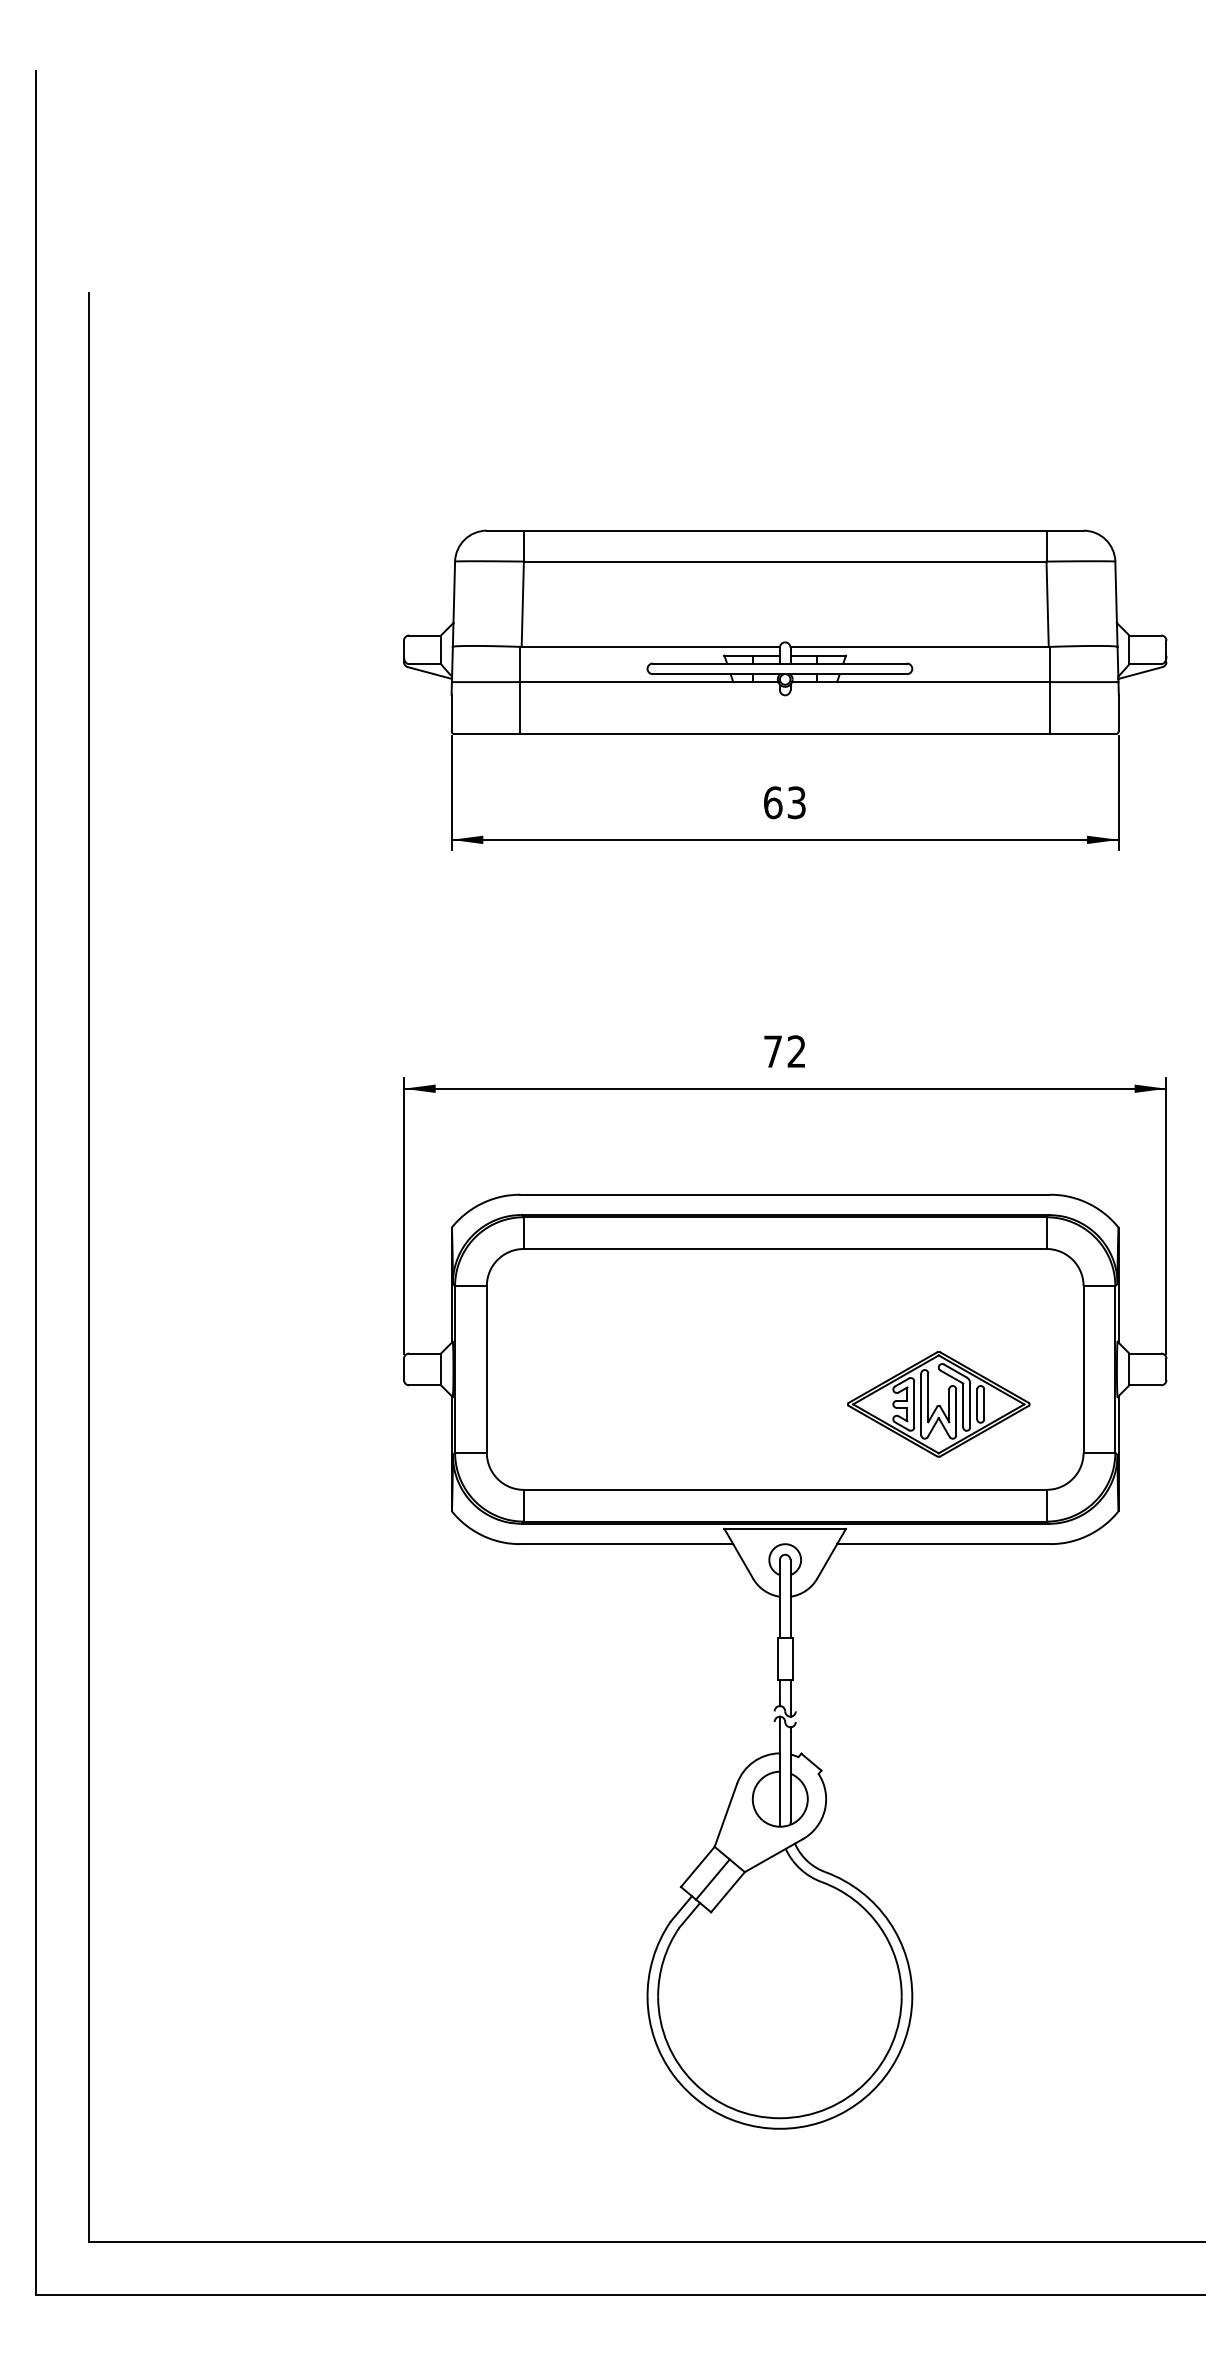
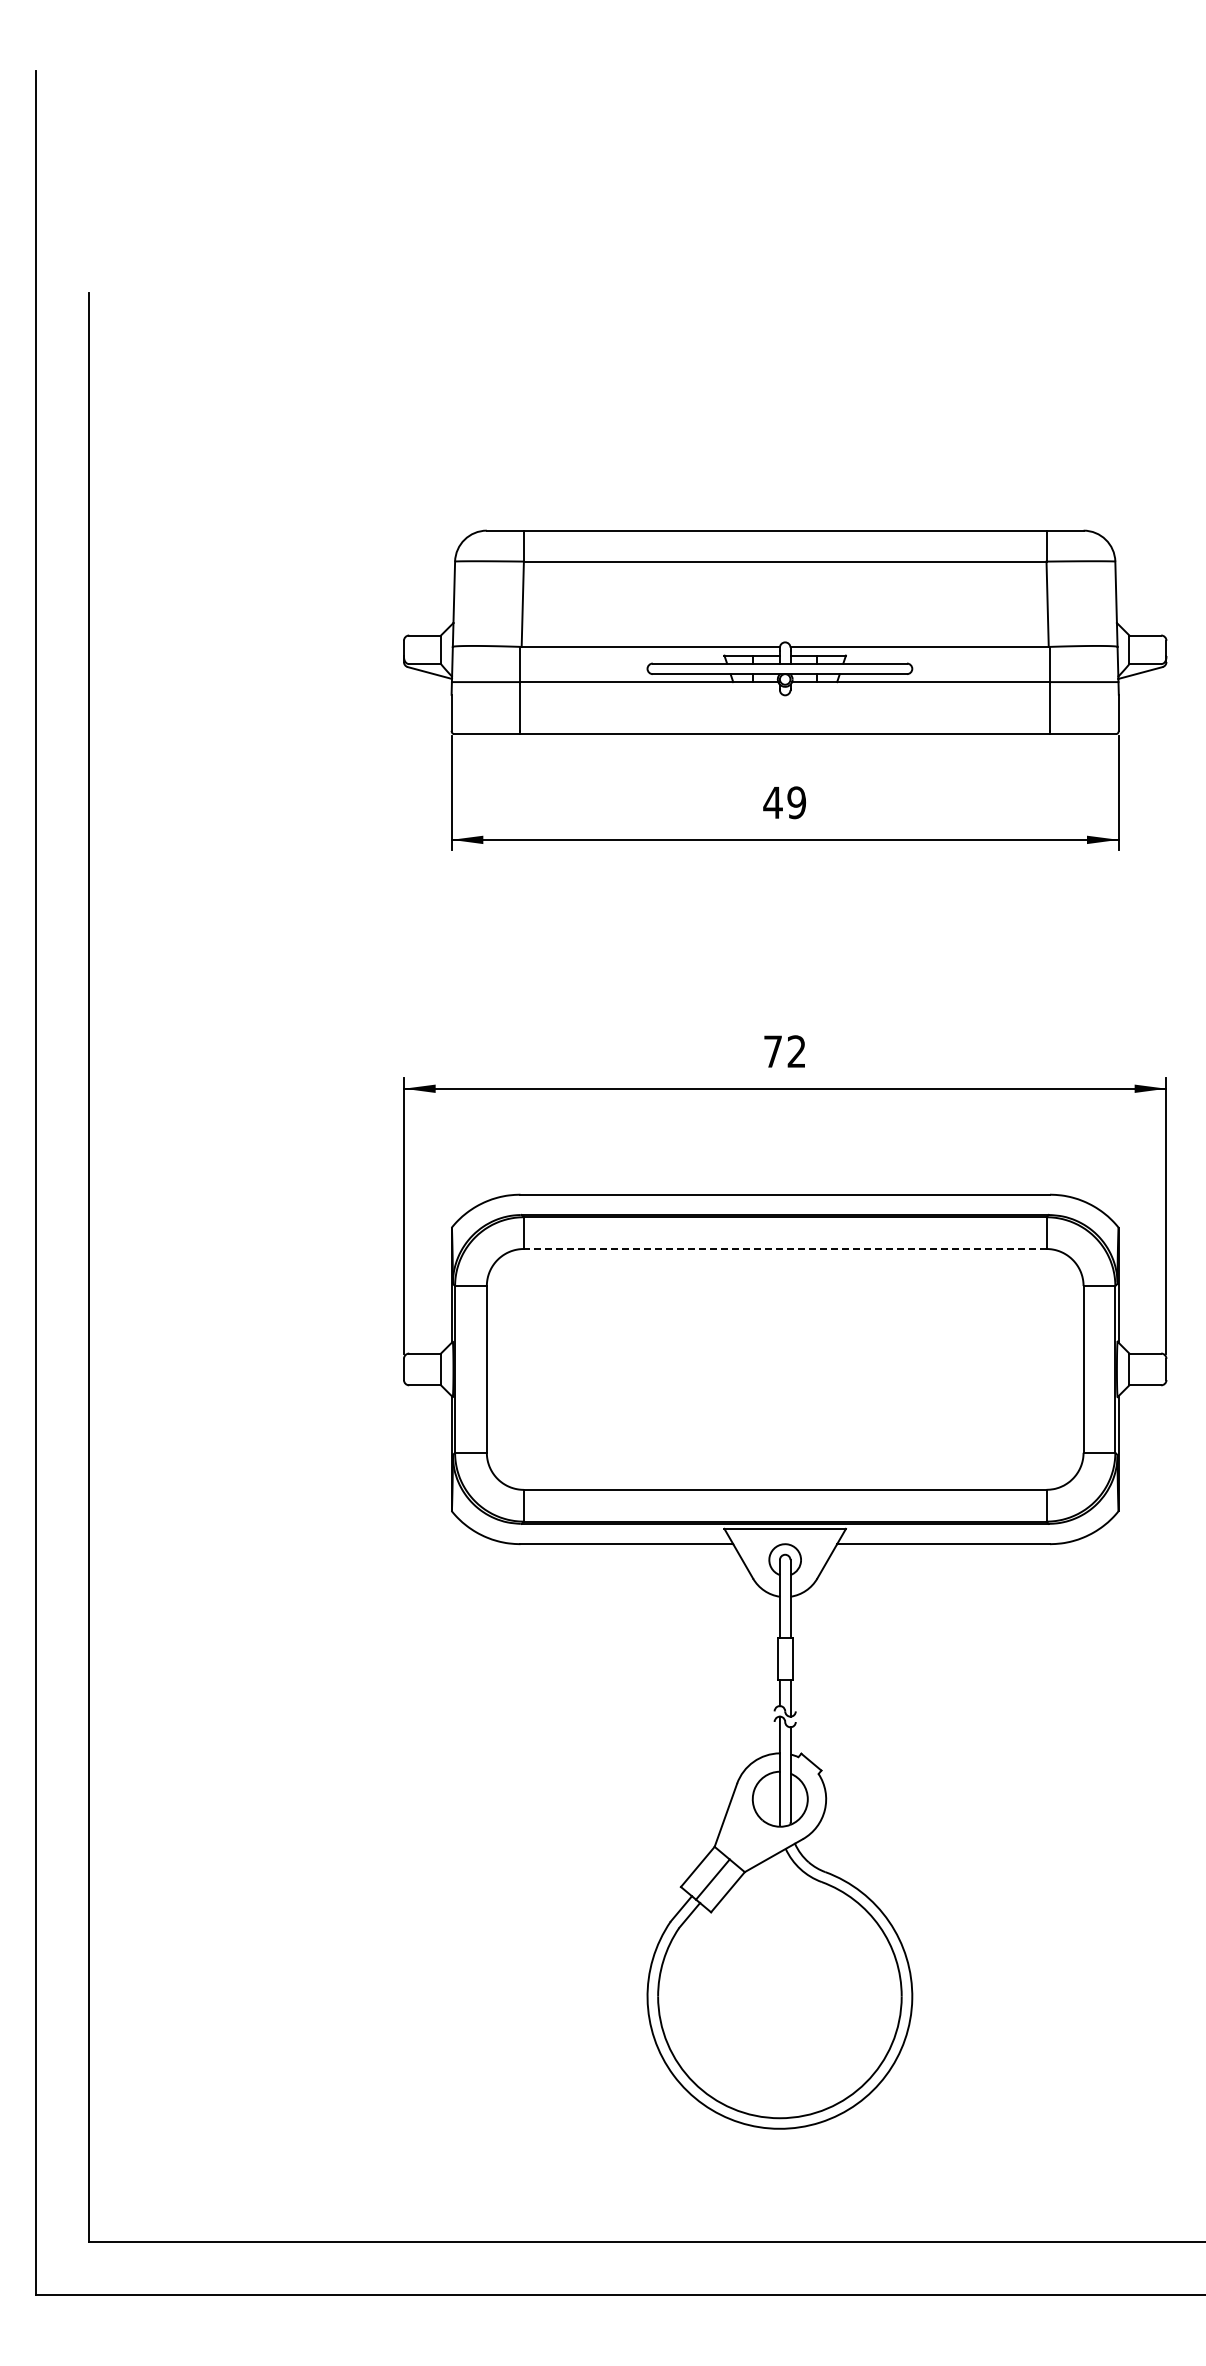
text at (784, 802): 63 -> 49
line at (784, 1249): solid -> dashed
part at (938, 1404): present -> none
